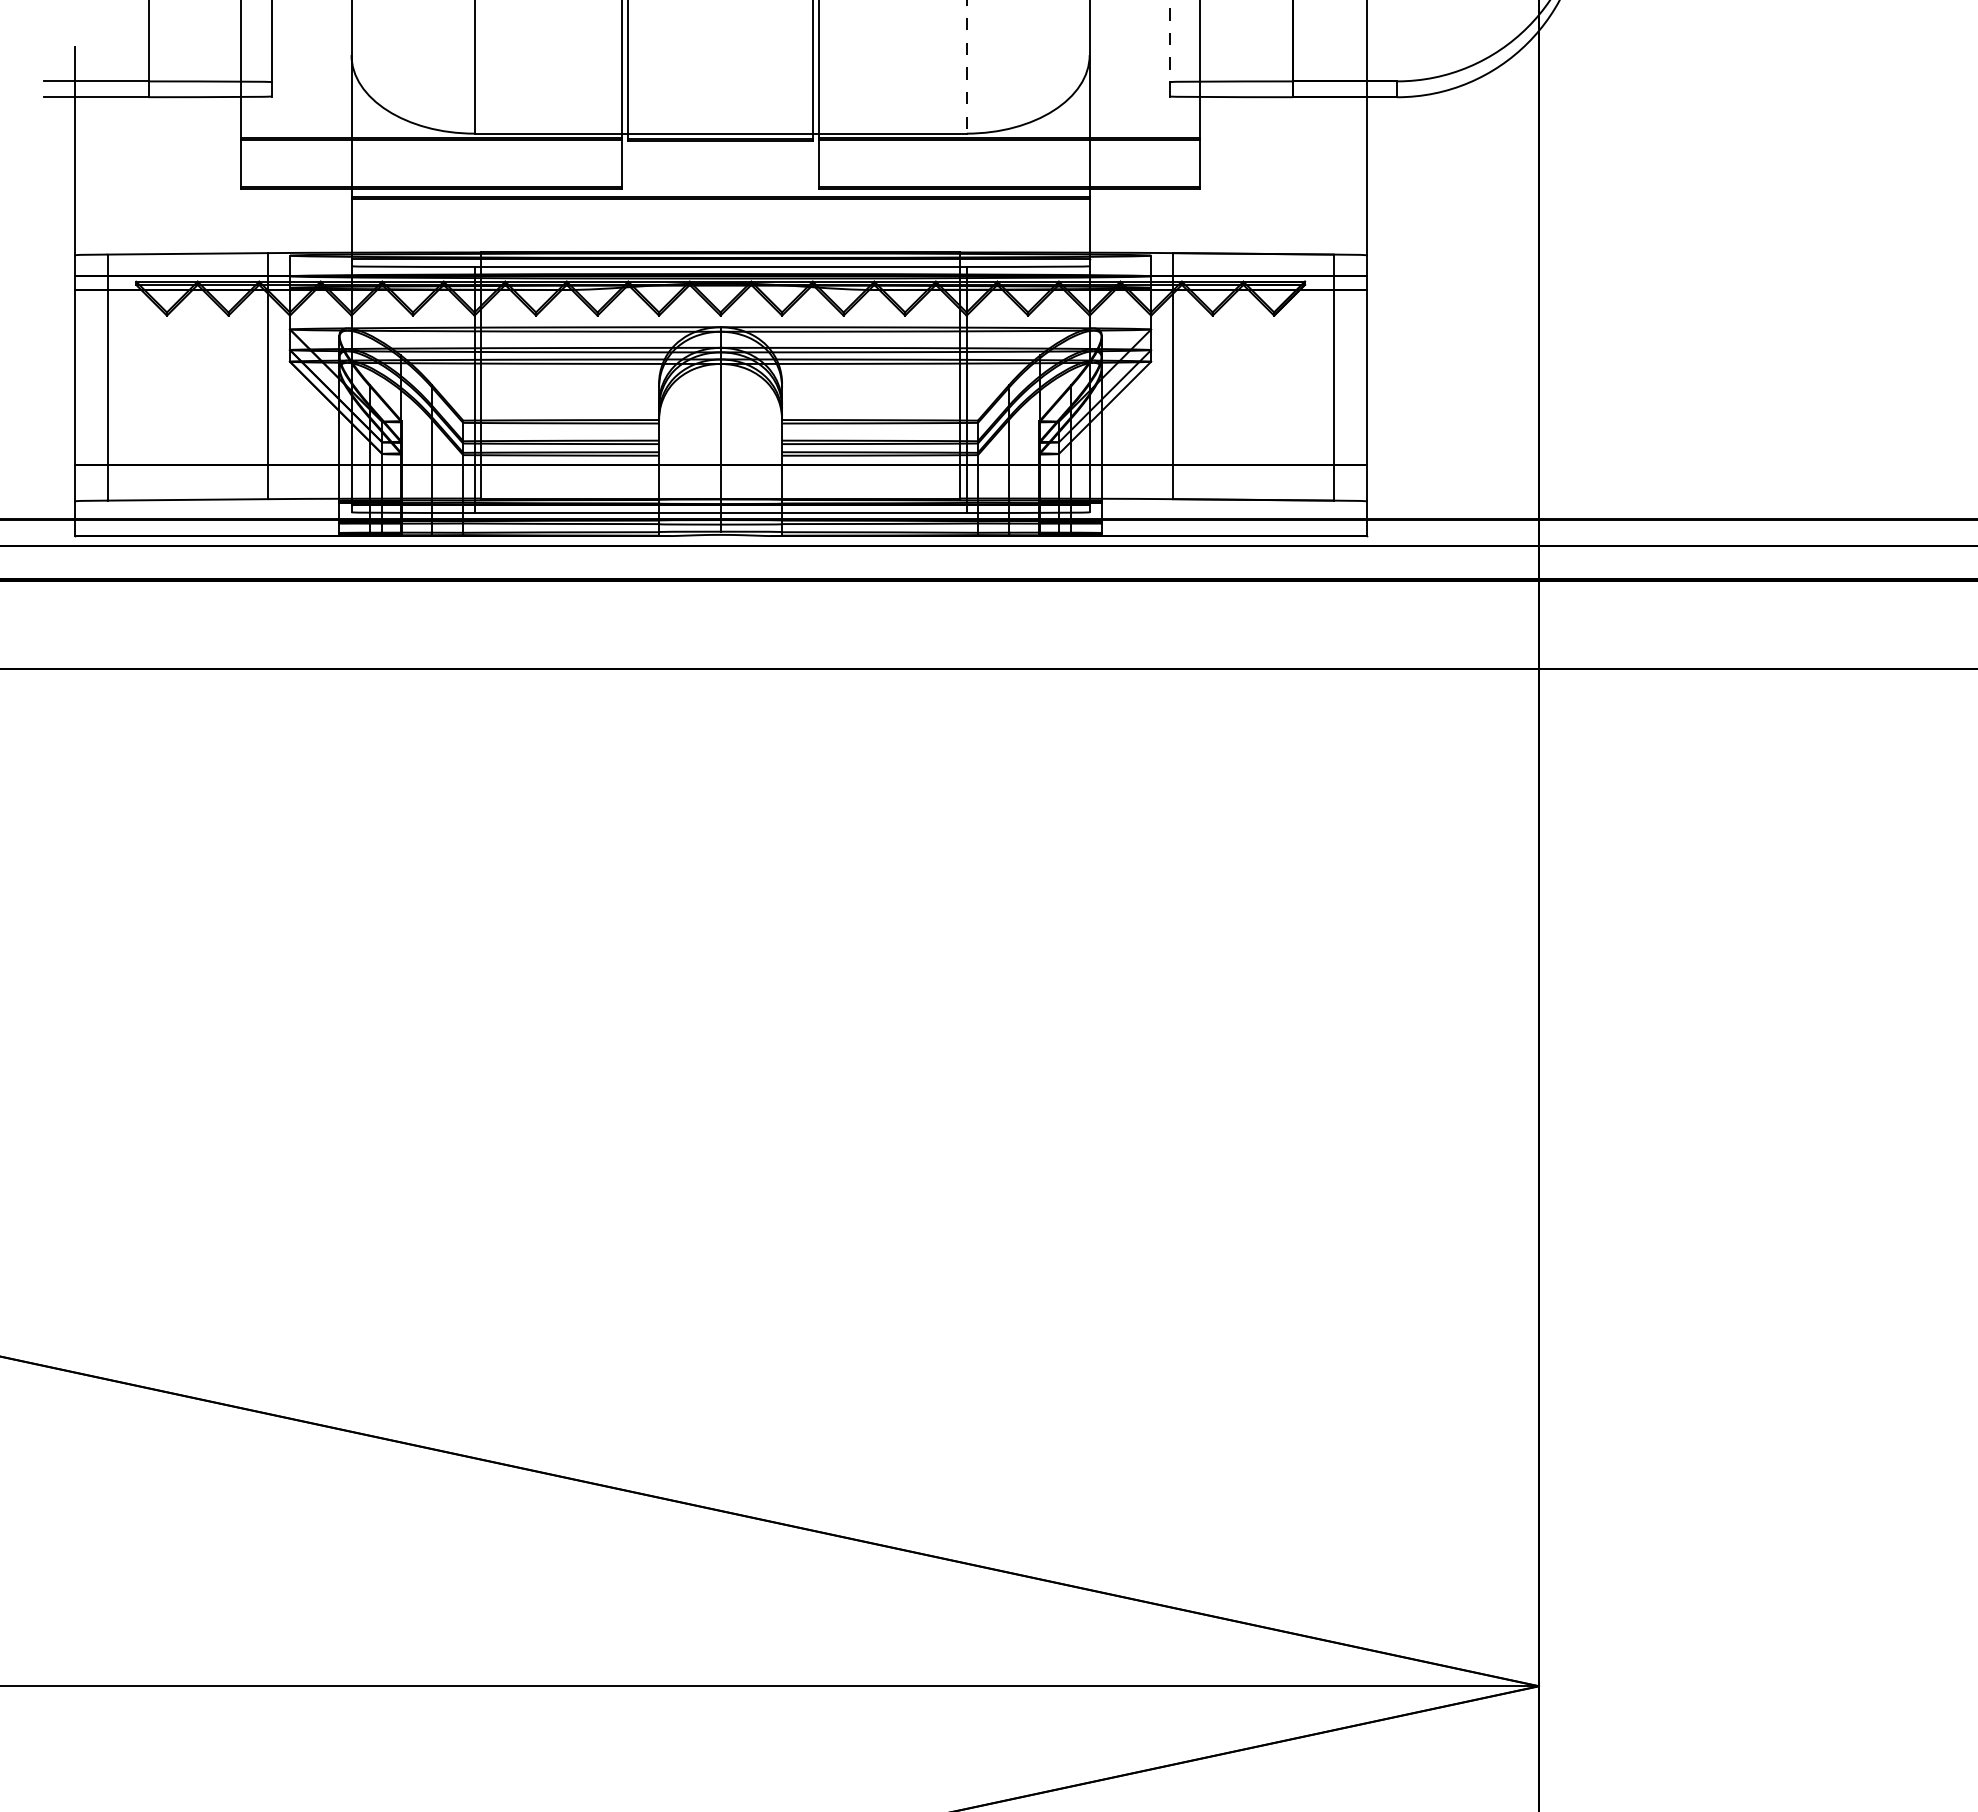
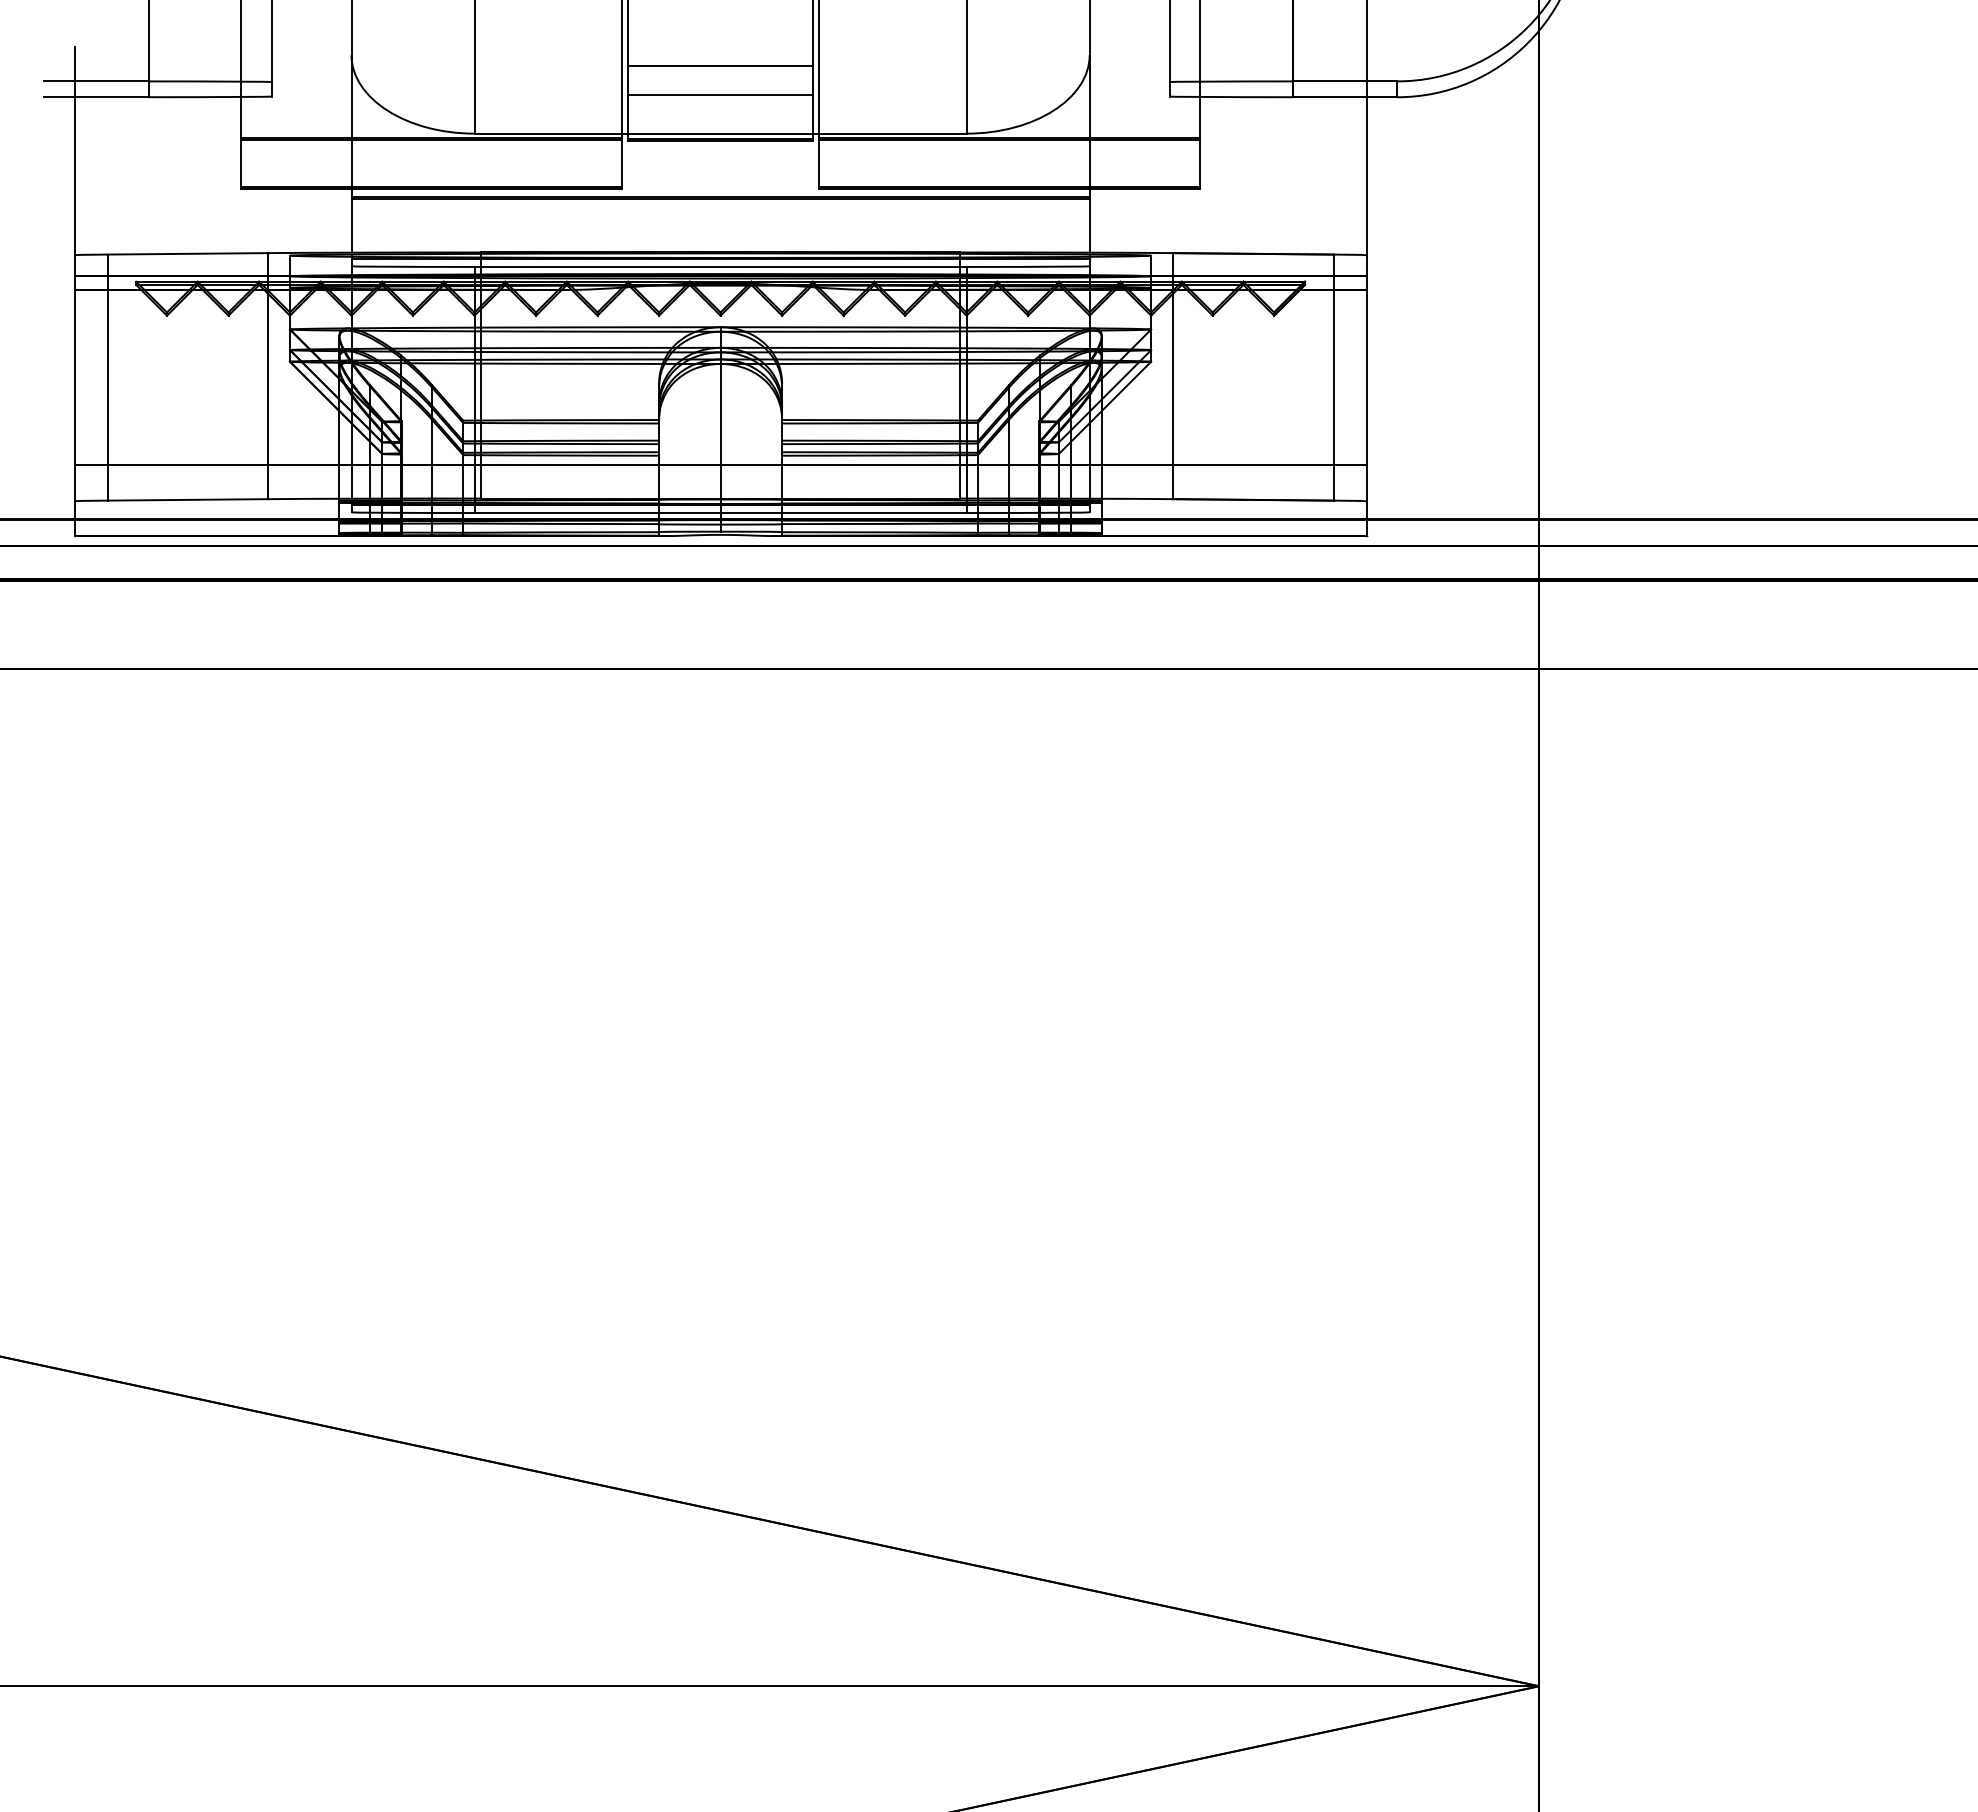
line at (1169, 41): dashed -> solid
line at (720, 66): none -> present
line at (966, 66): dashed -> solid
line at (720, 95): none -> present
